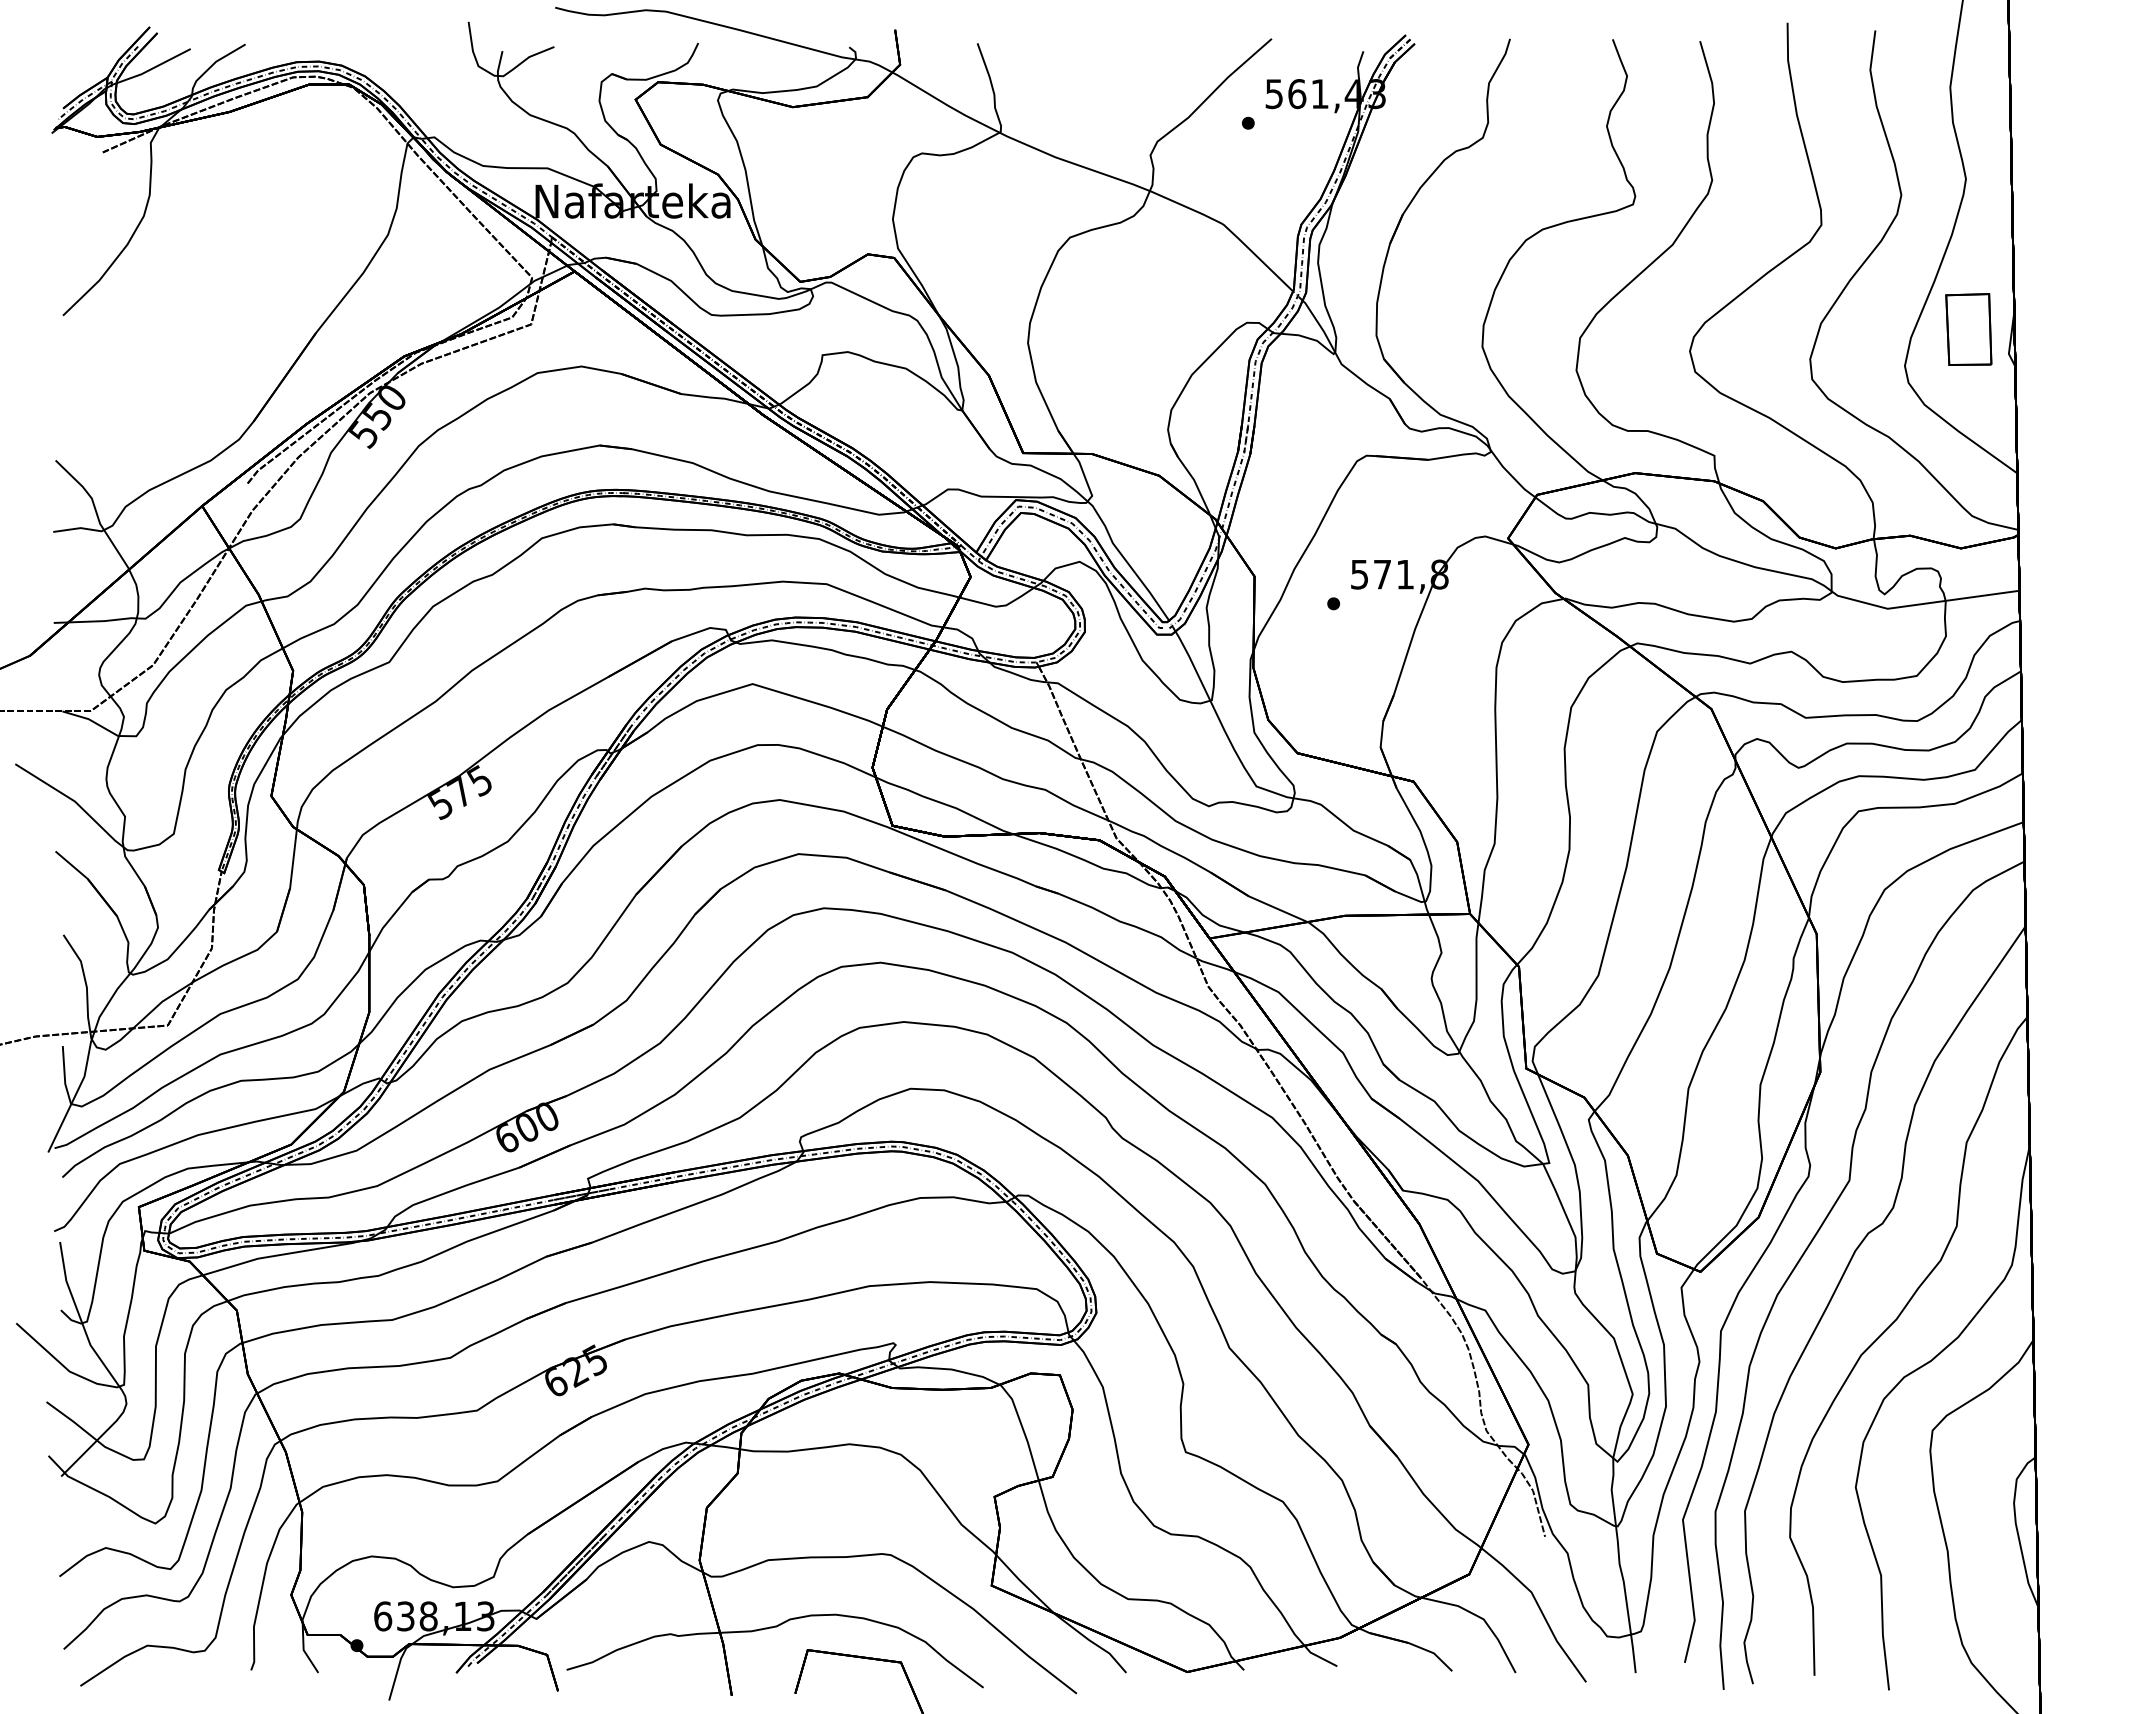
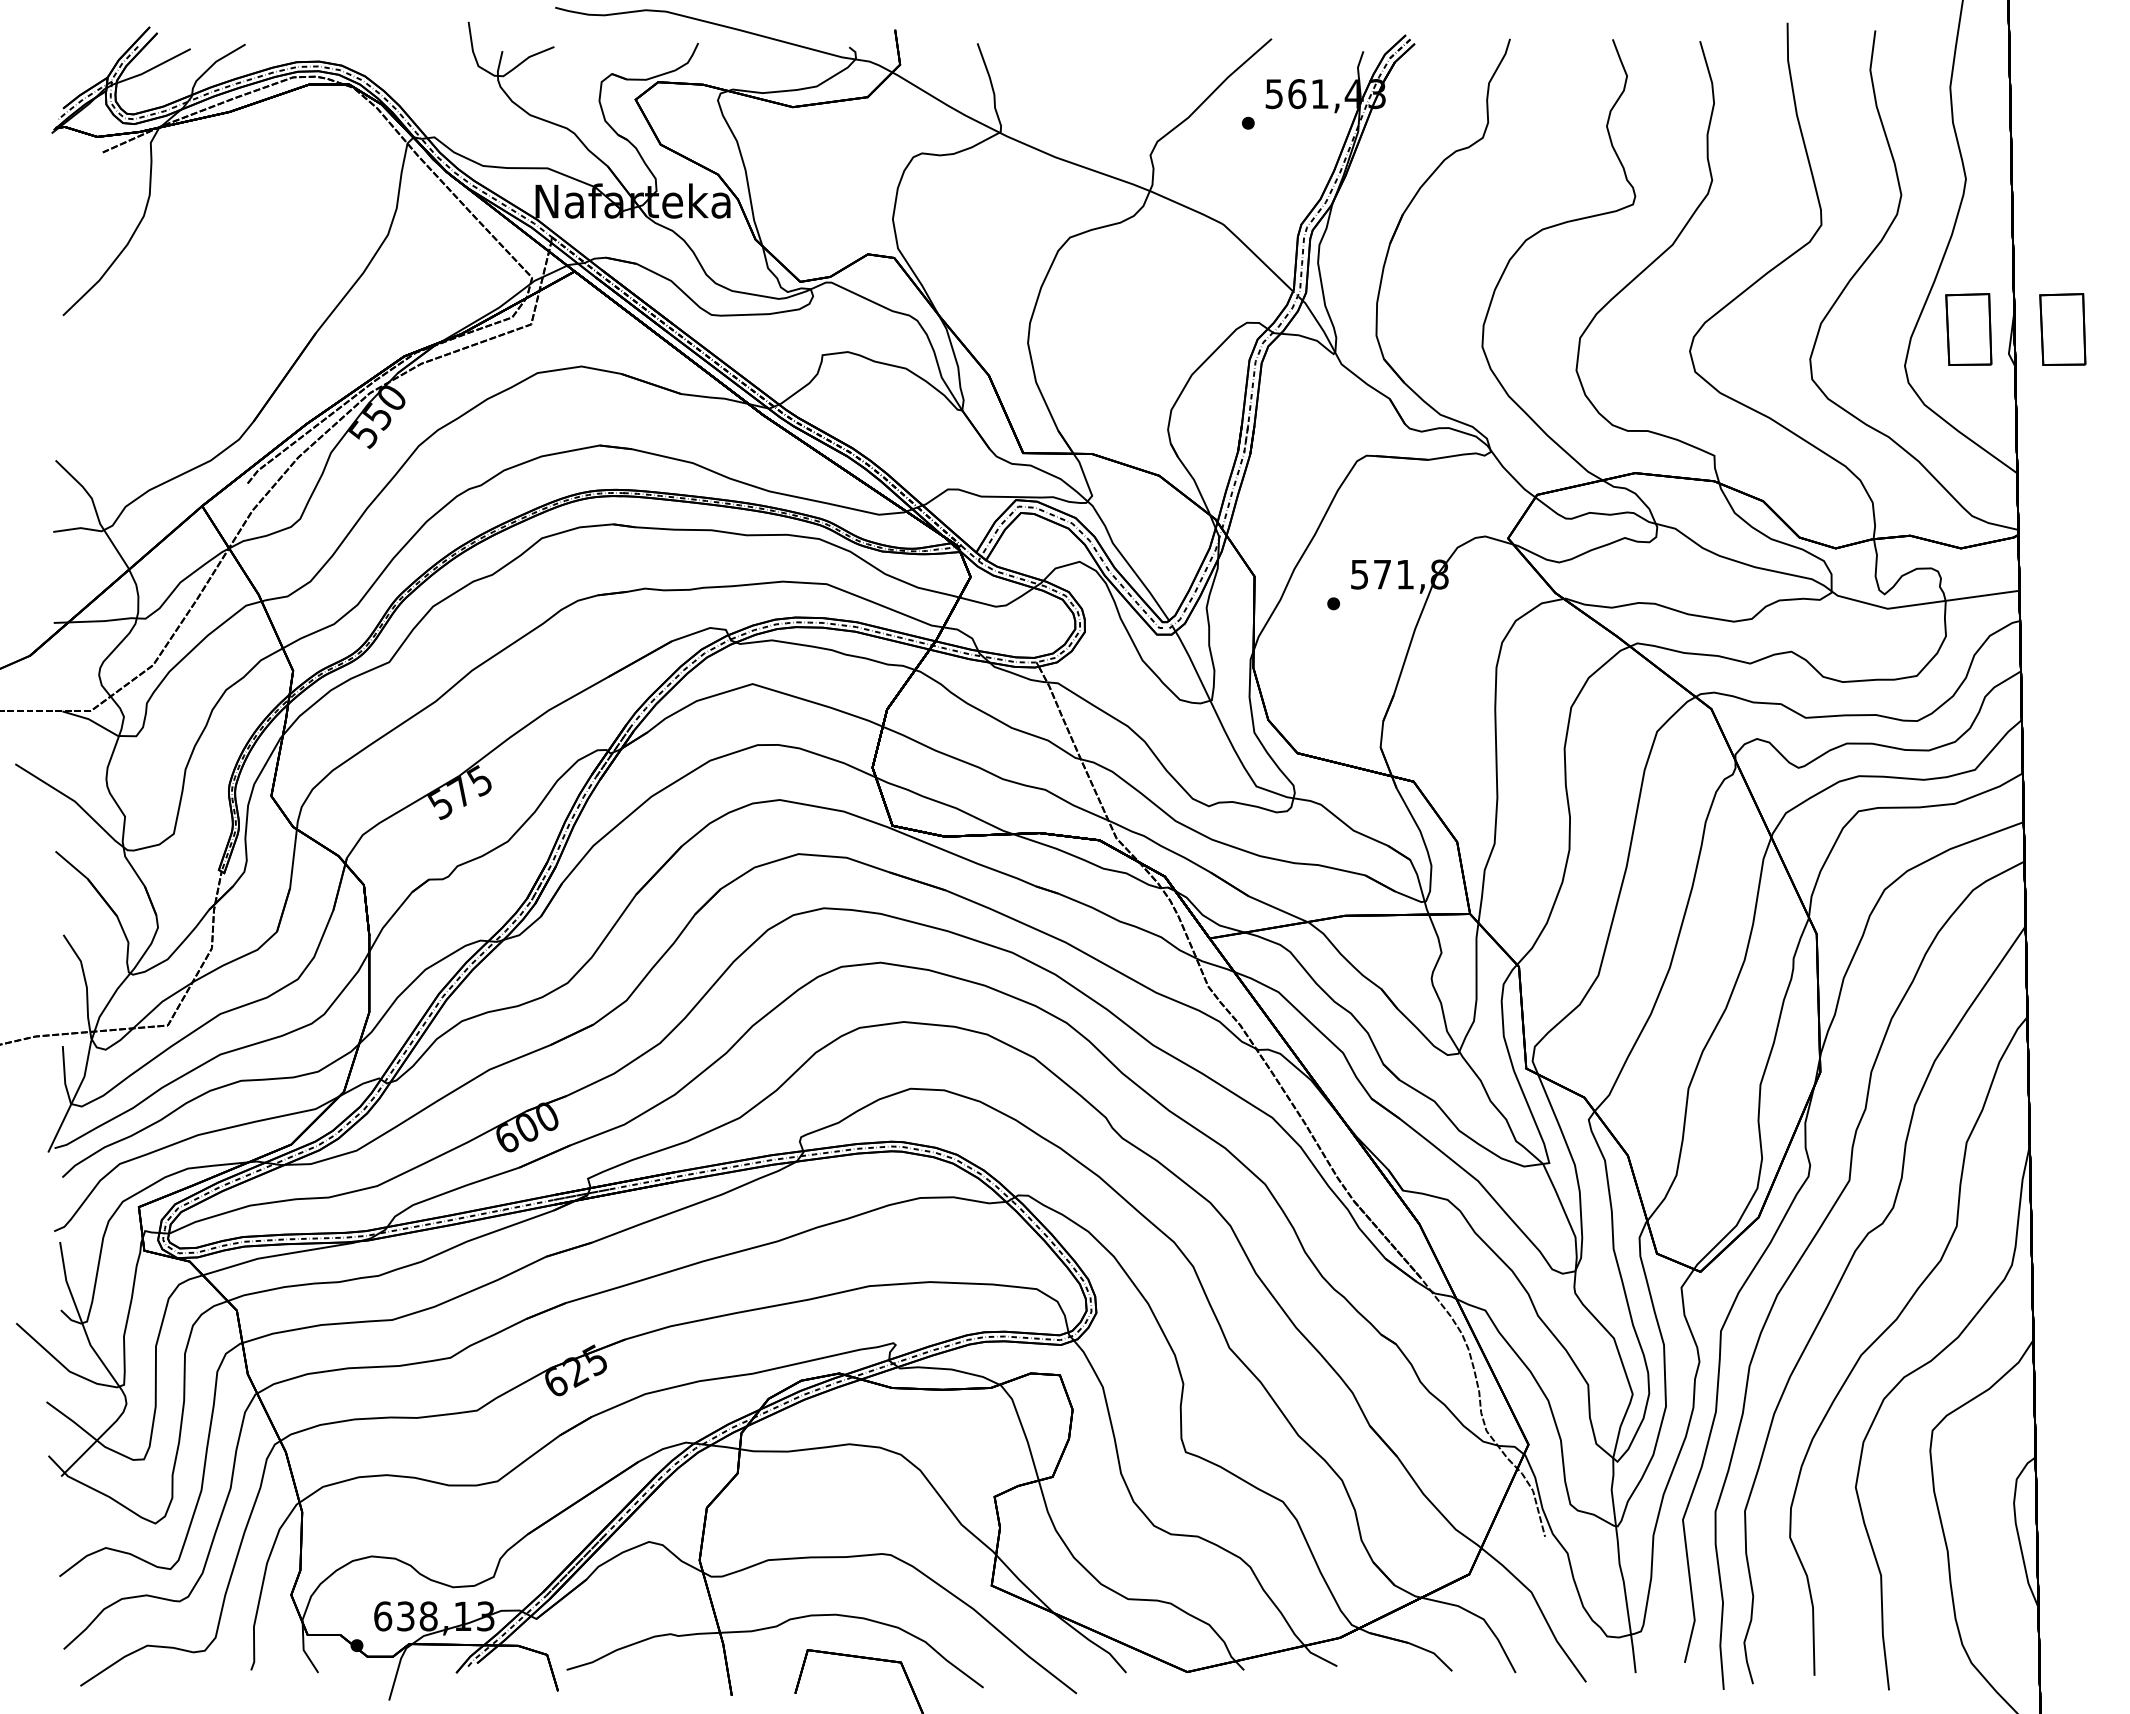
part at (2062, 329): none -> present
